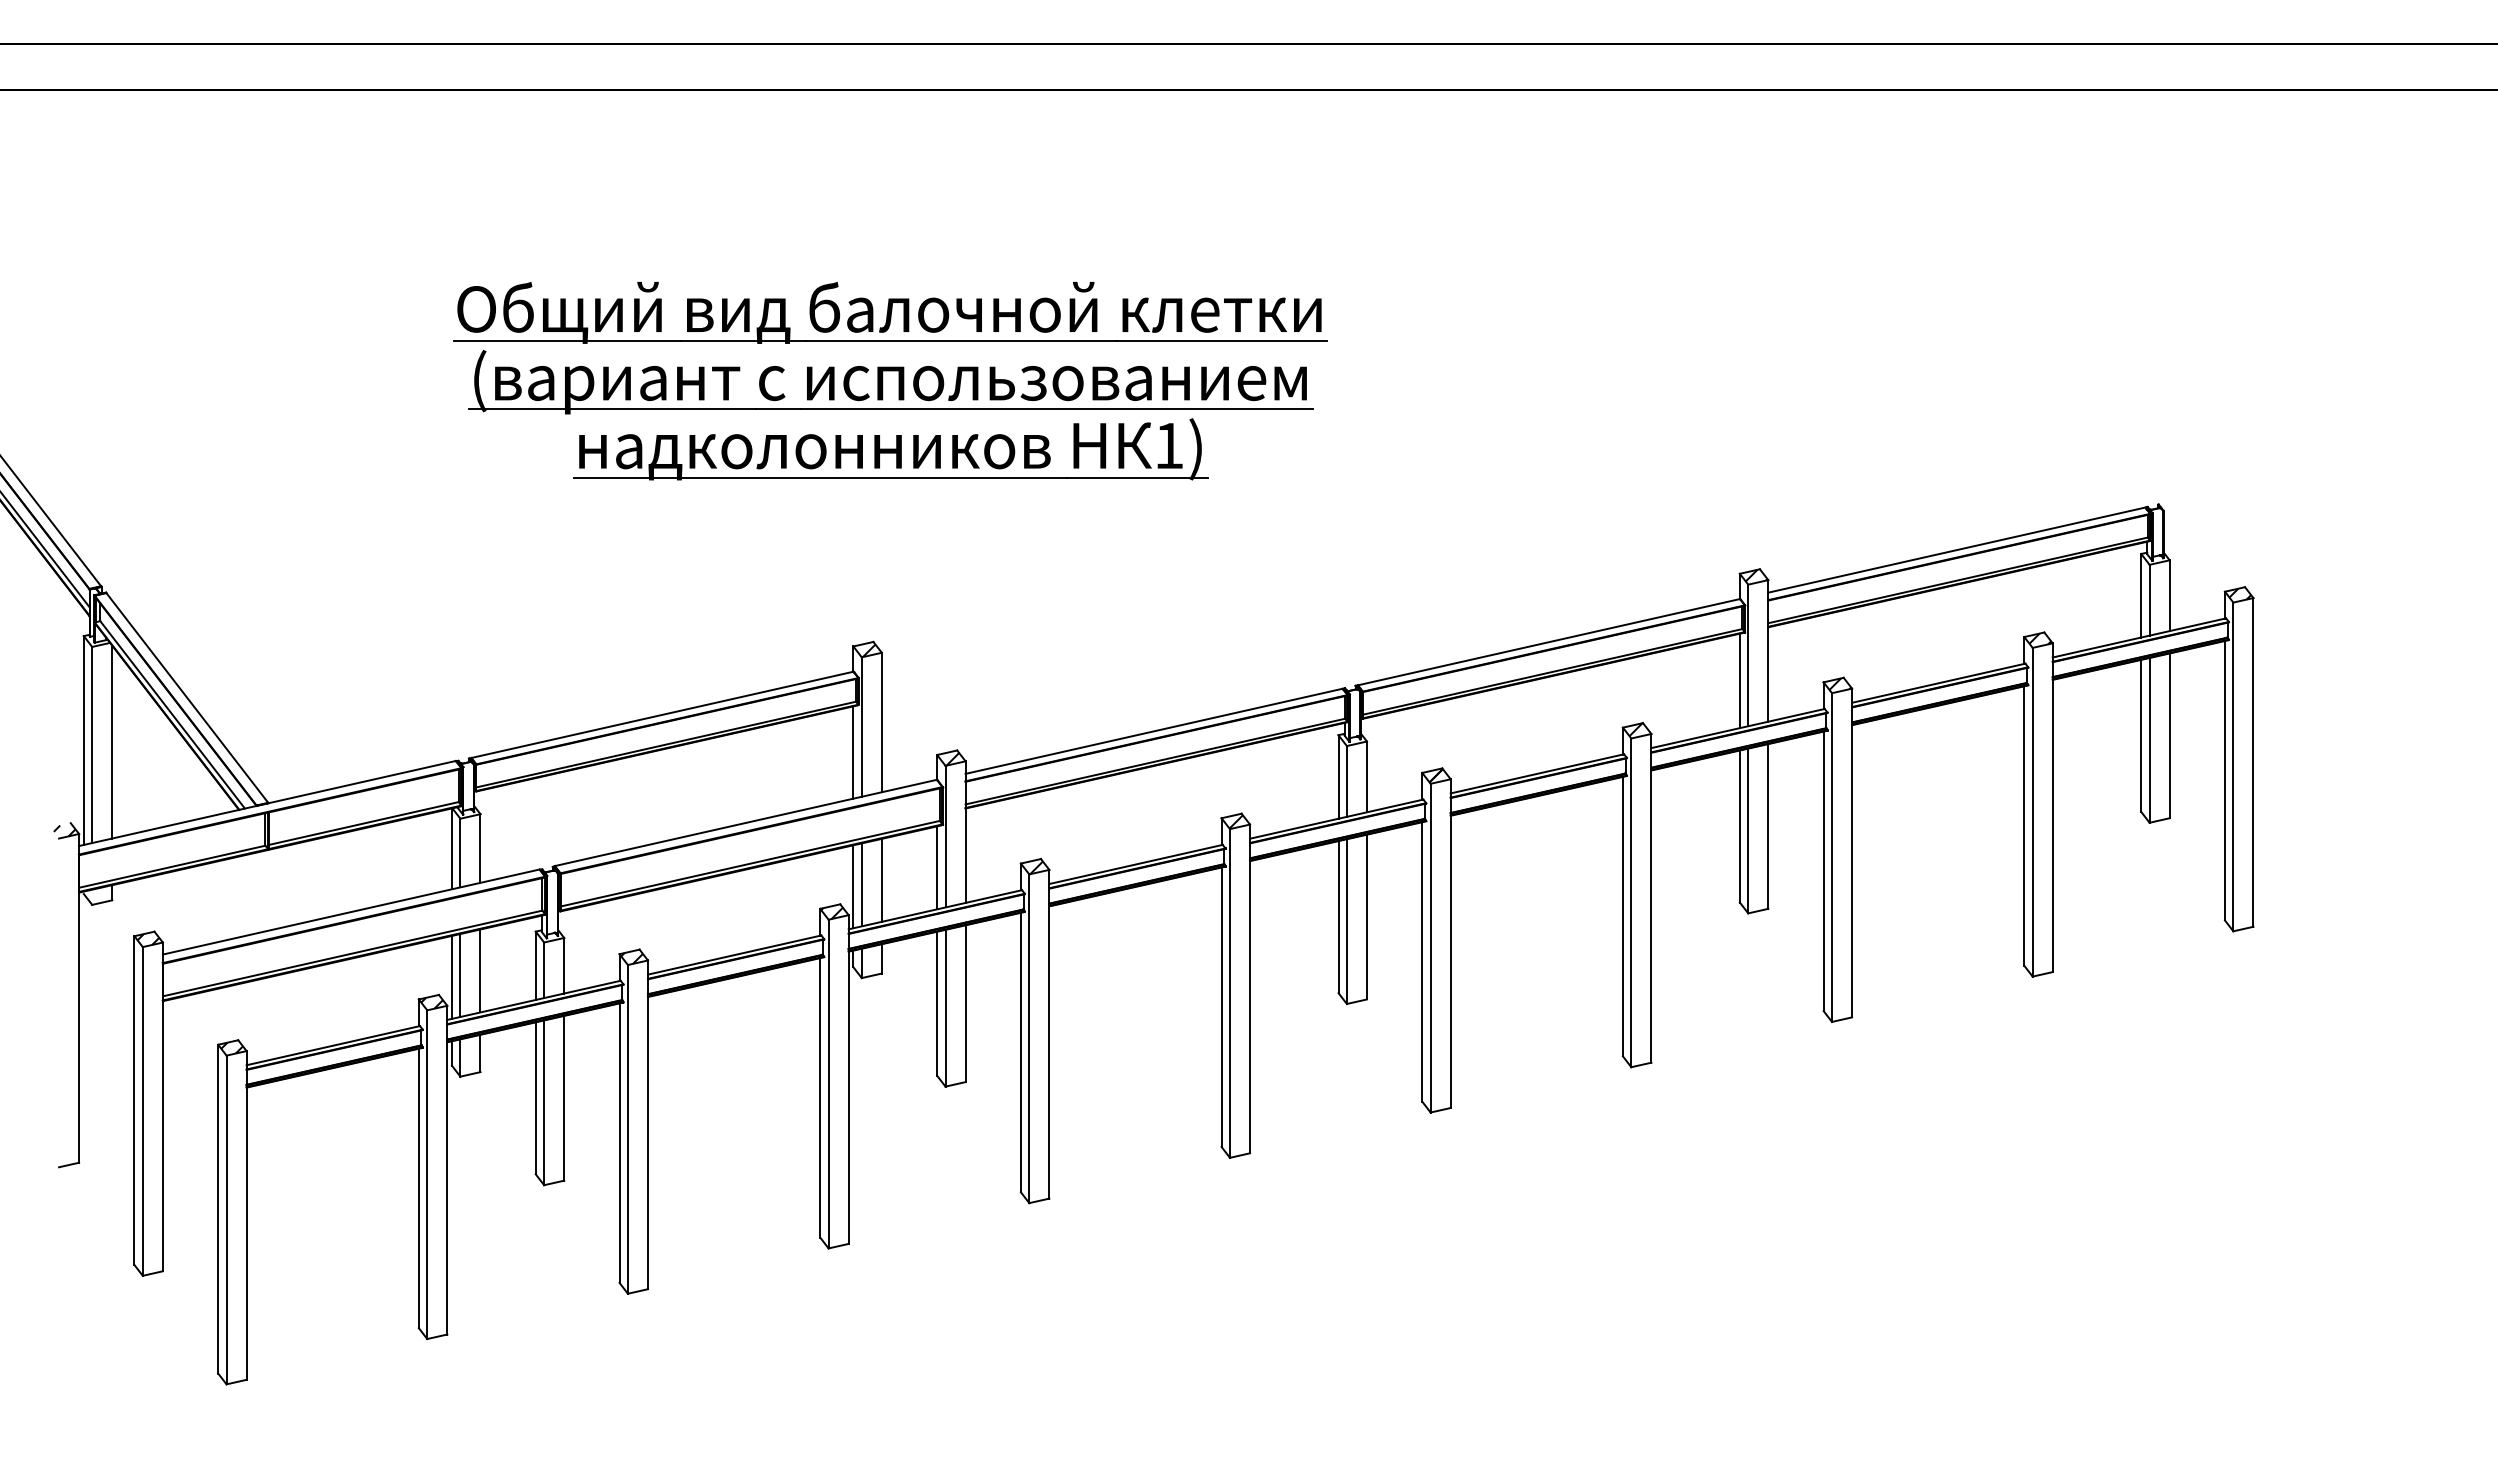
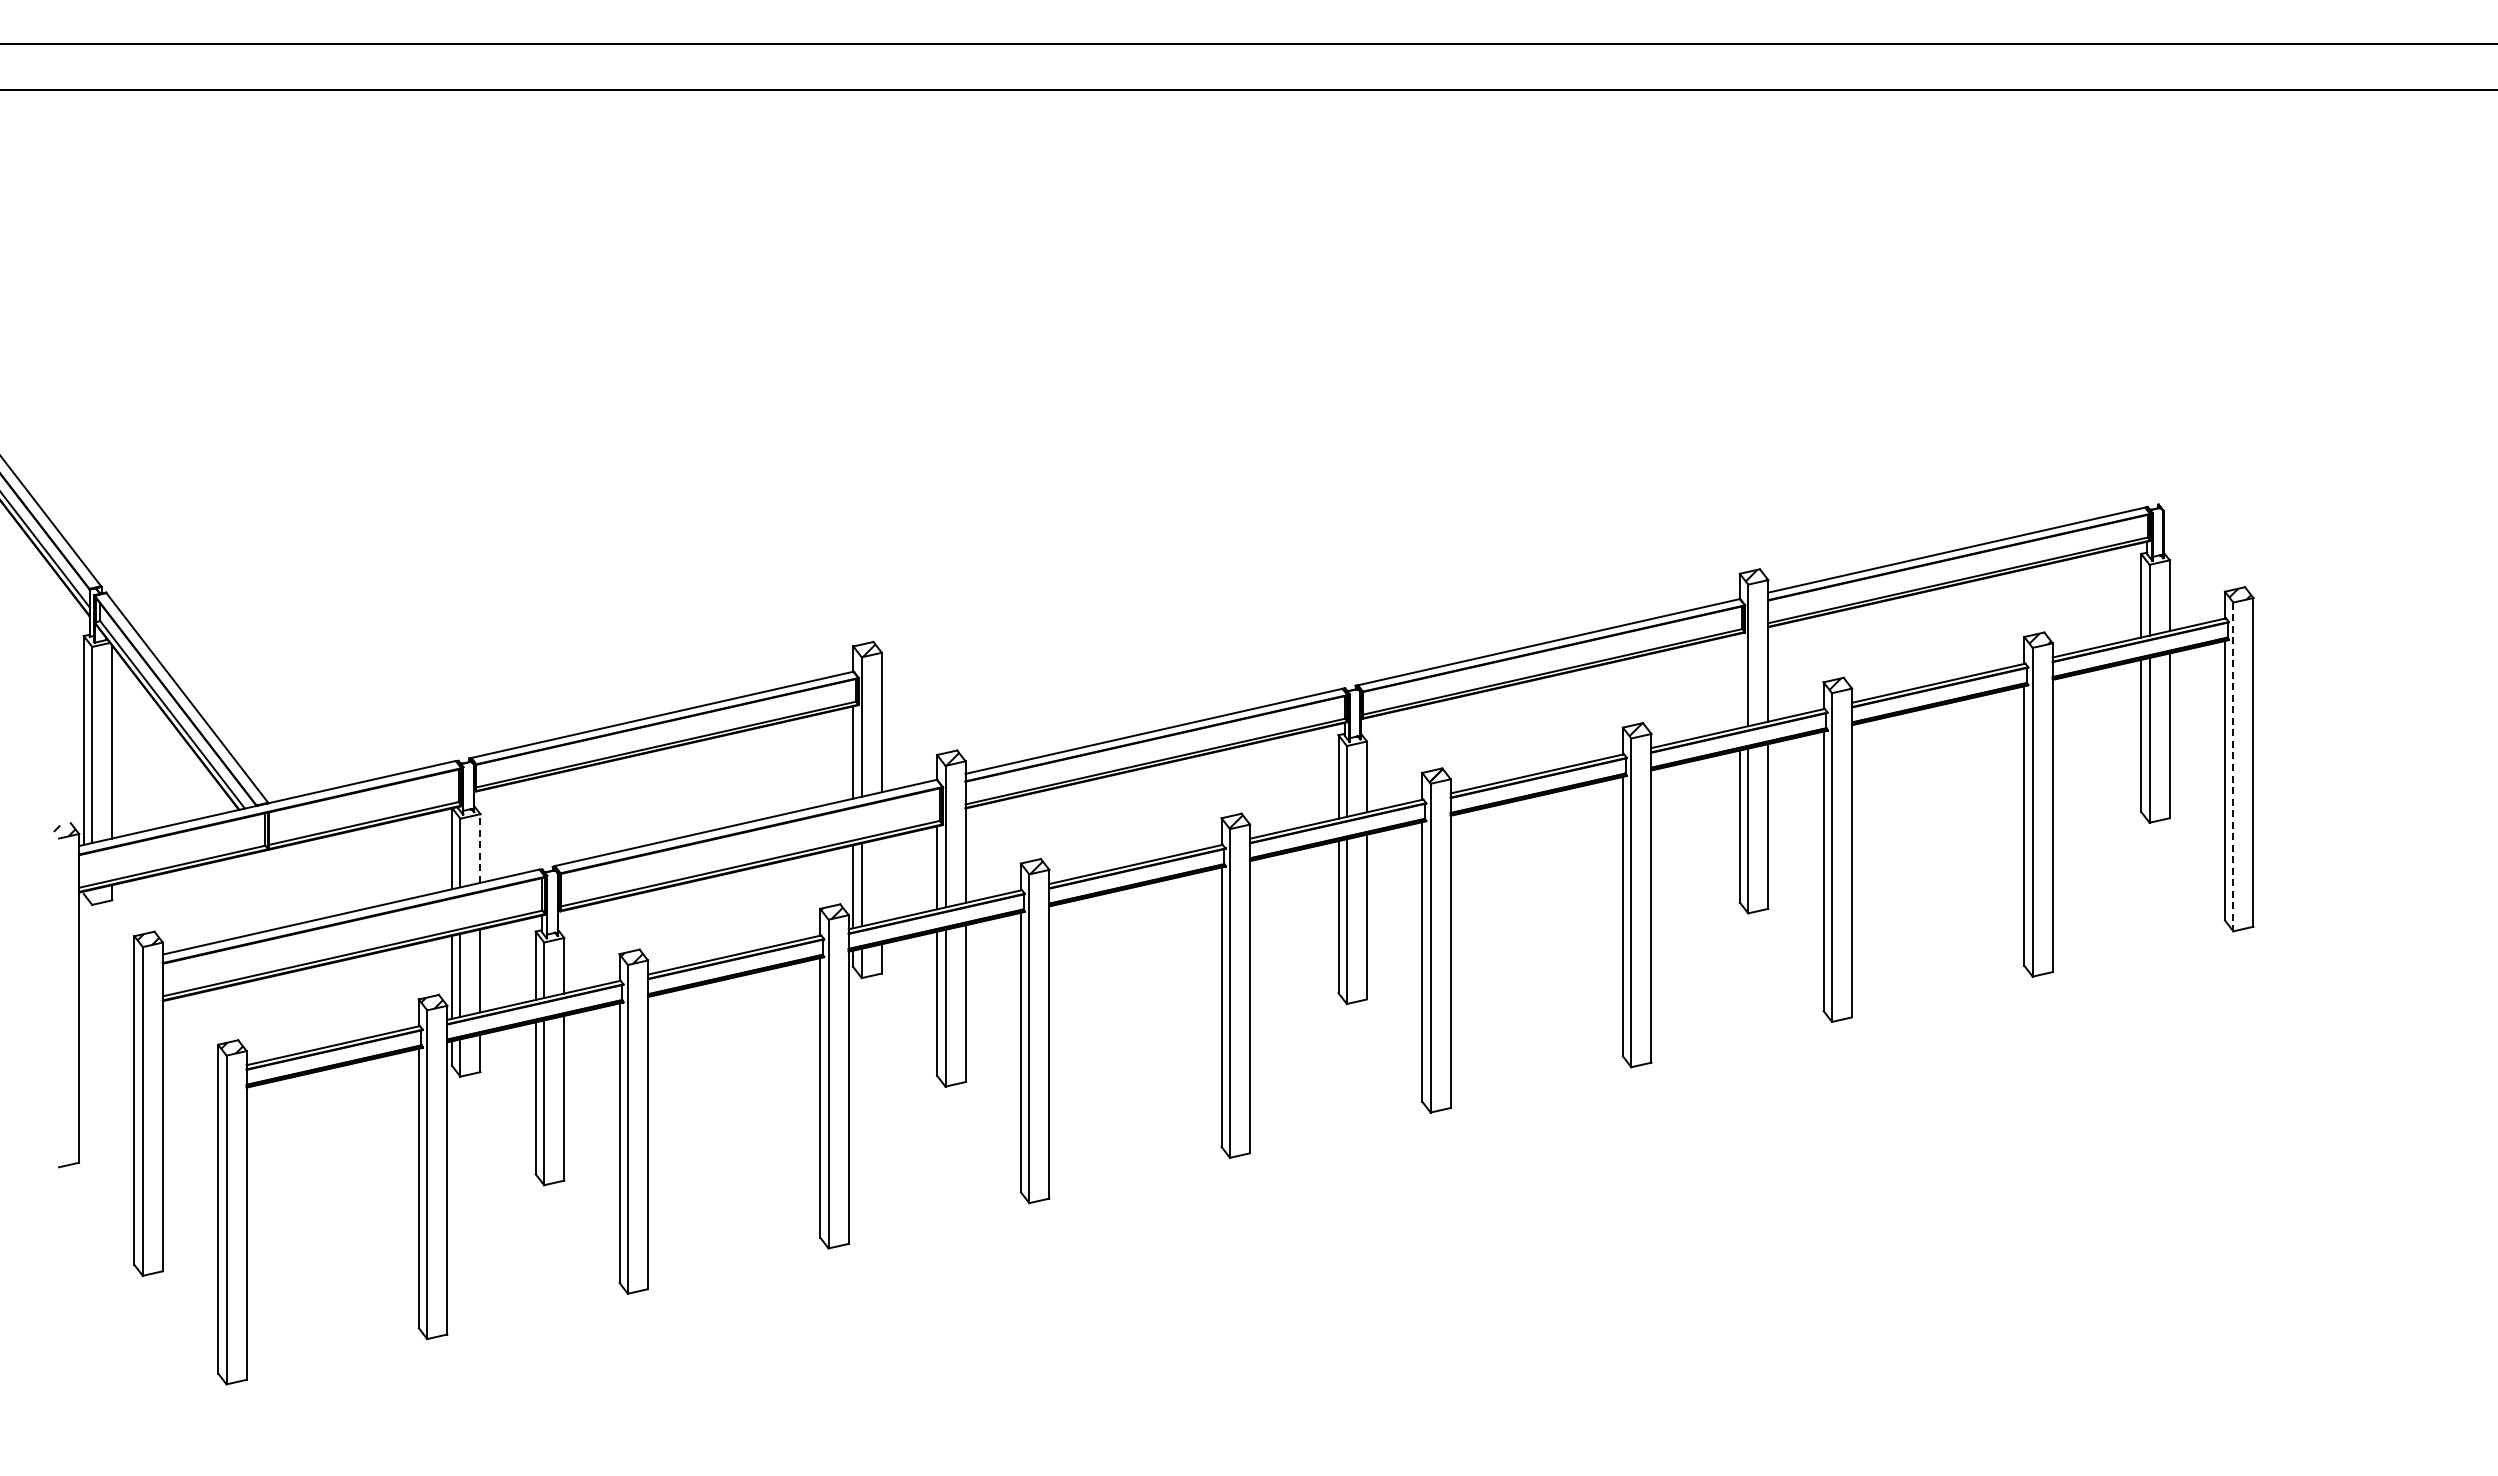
part at (883, 380): present -> none
line at (1739, 680): present -> none
line at (2233, 767): solid -> dashed
line at (480, 848): solid -> dashed
line at (881, 879): present -> none
